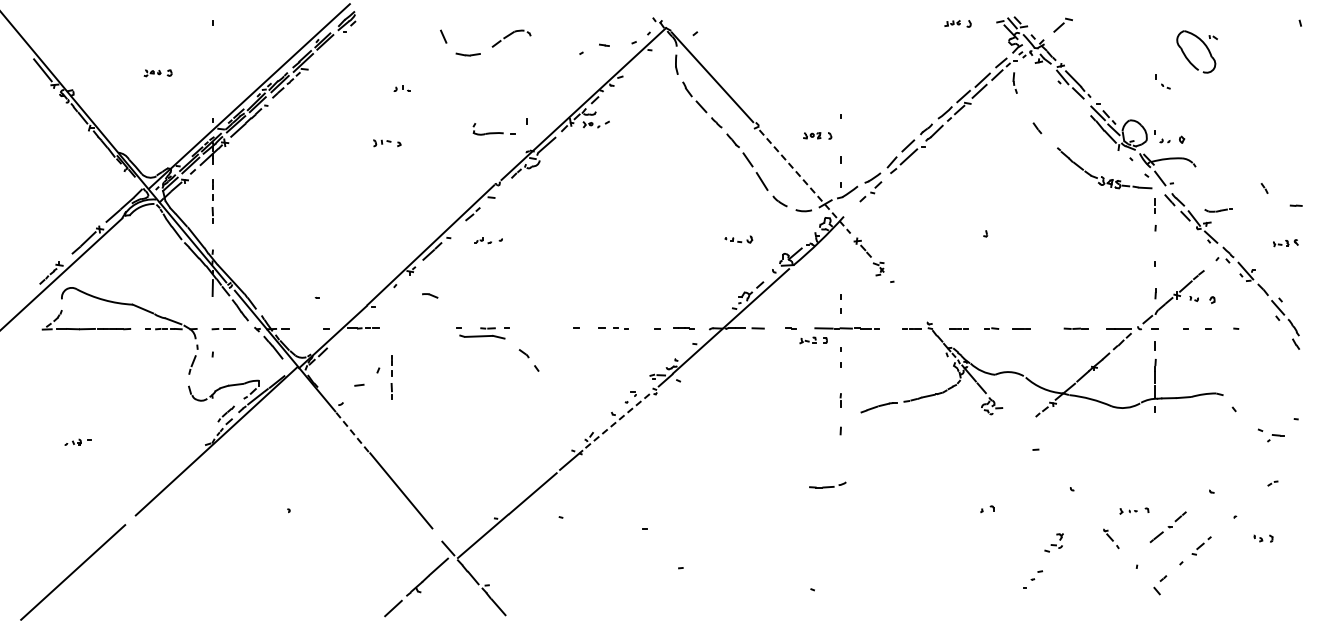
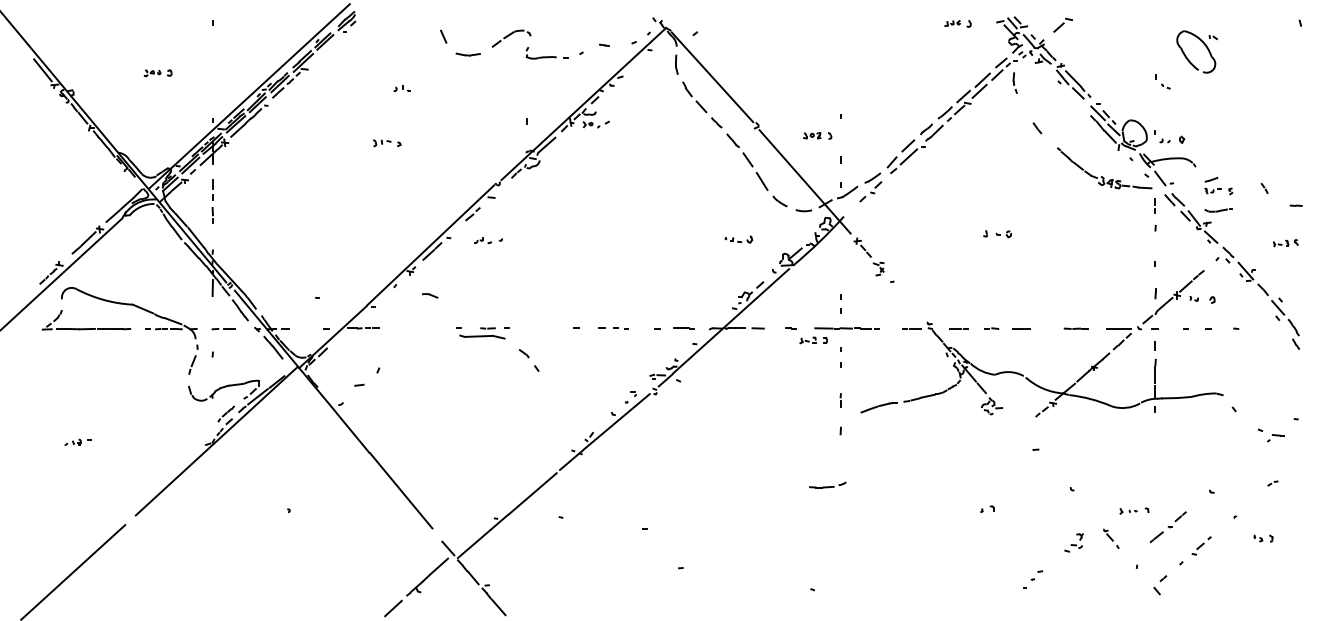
part at (493, 129) position: (493, 129) -> (546, 53)
line at (805, 181): dashed -> solid
part at (1218, 186): none -> present
part at (1003, 234): none -> present
part at (391, 377): present -> none
line at (616, 422): dashed -> solid
line at (352, 432): dashed -> solid
part at (1053, 542) position: (1053, 542) -> (1073, 542)
